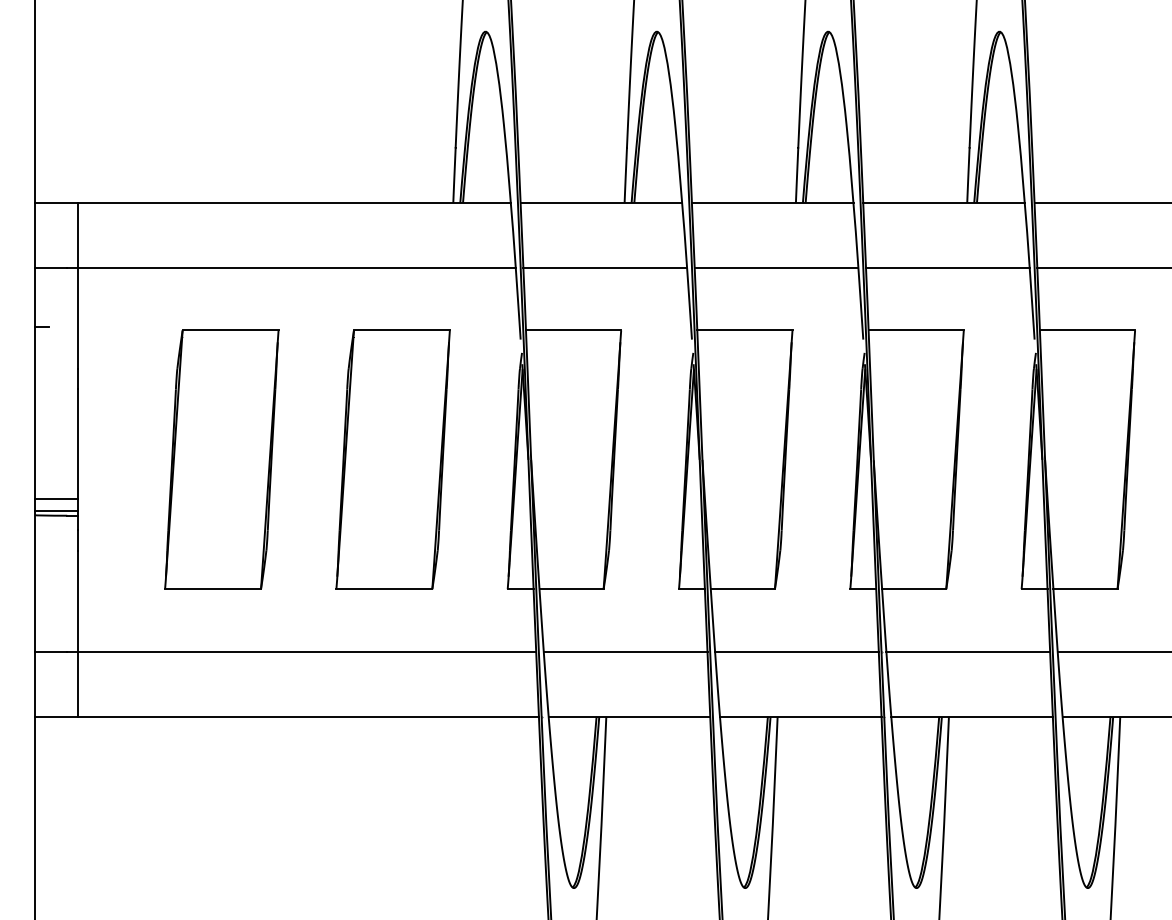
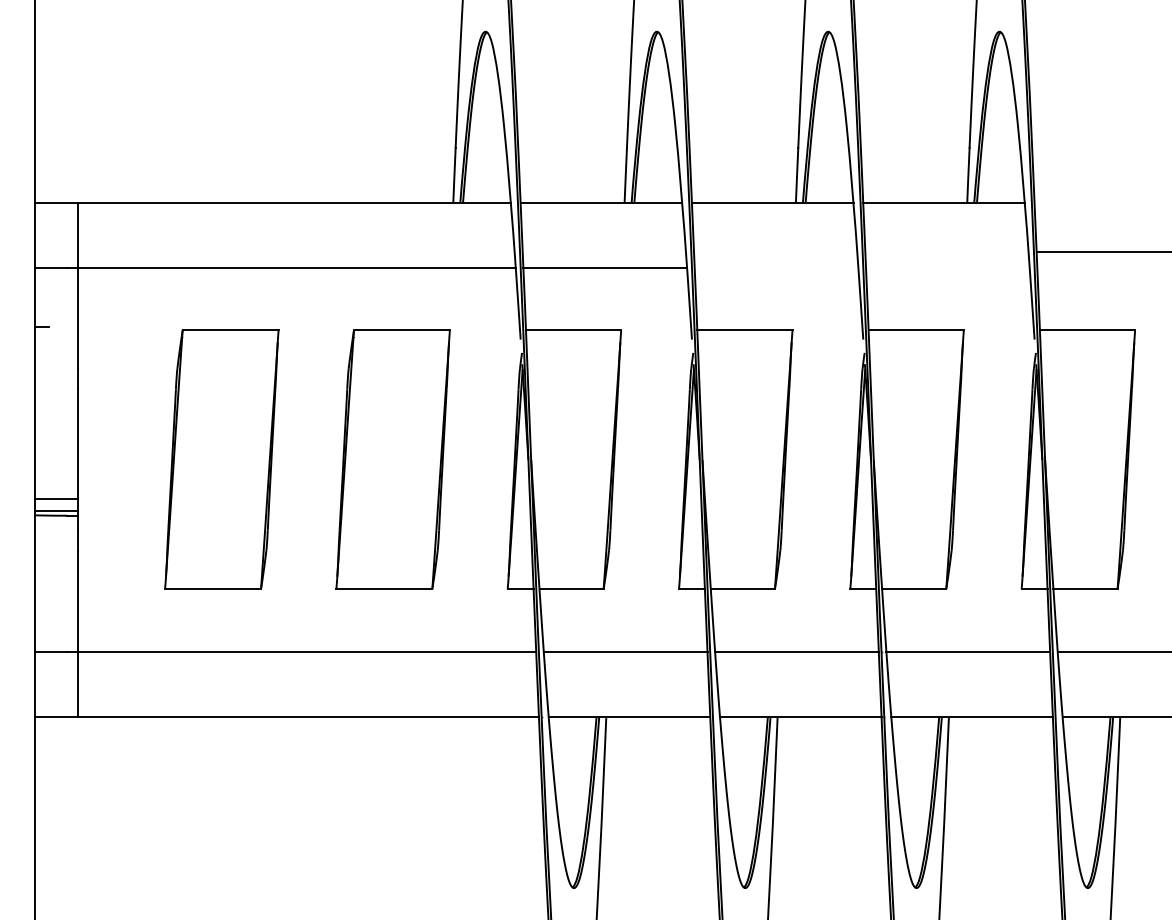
line at (1101, 202): present -> none
line at (776, 268): present -> none
line at (947, 268): present -> none
line at (1102, 268) position: (1102, 268) -> (1102, 252)
